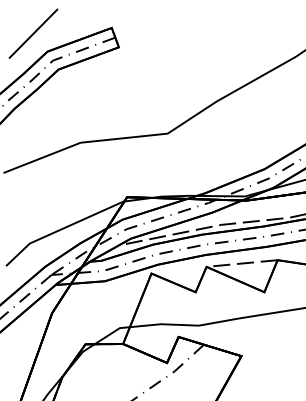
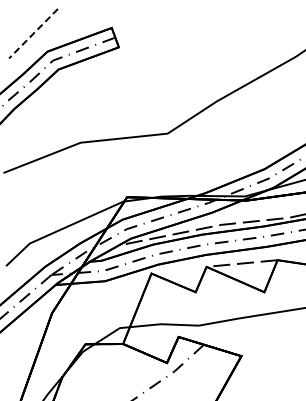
line at (33, 33): solid -> dashed
